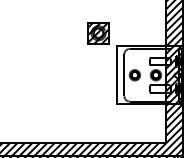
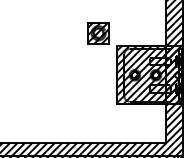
hatch at (149, 75): none -> present
